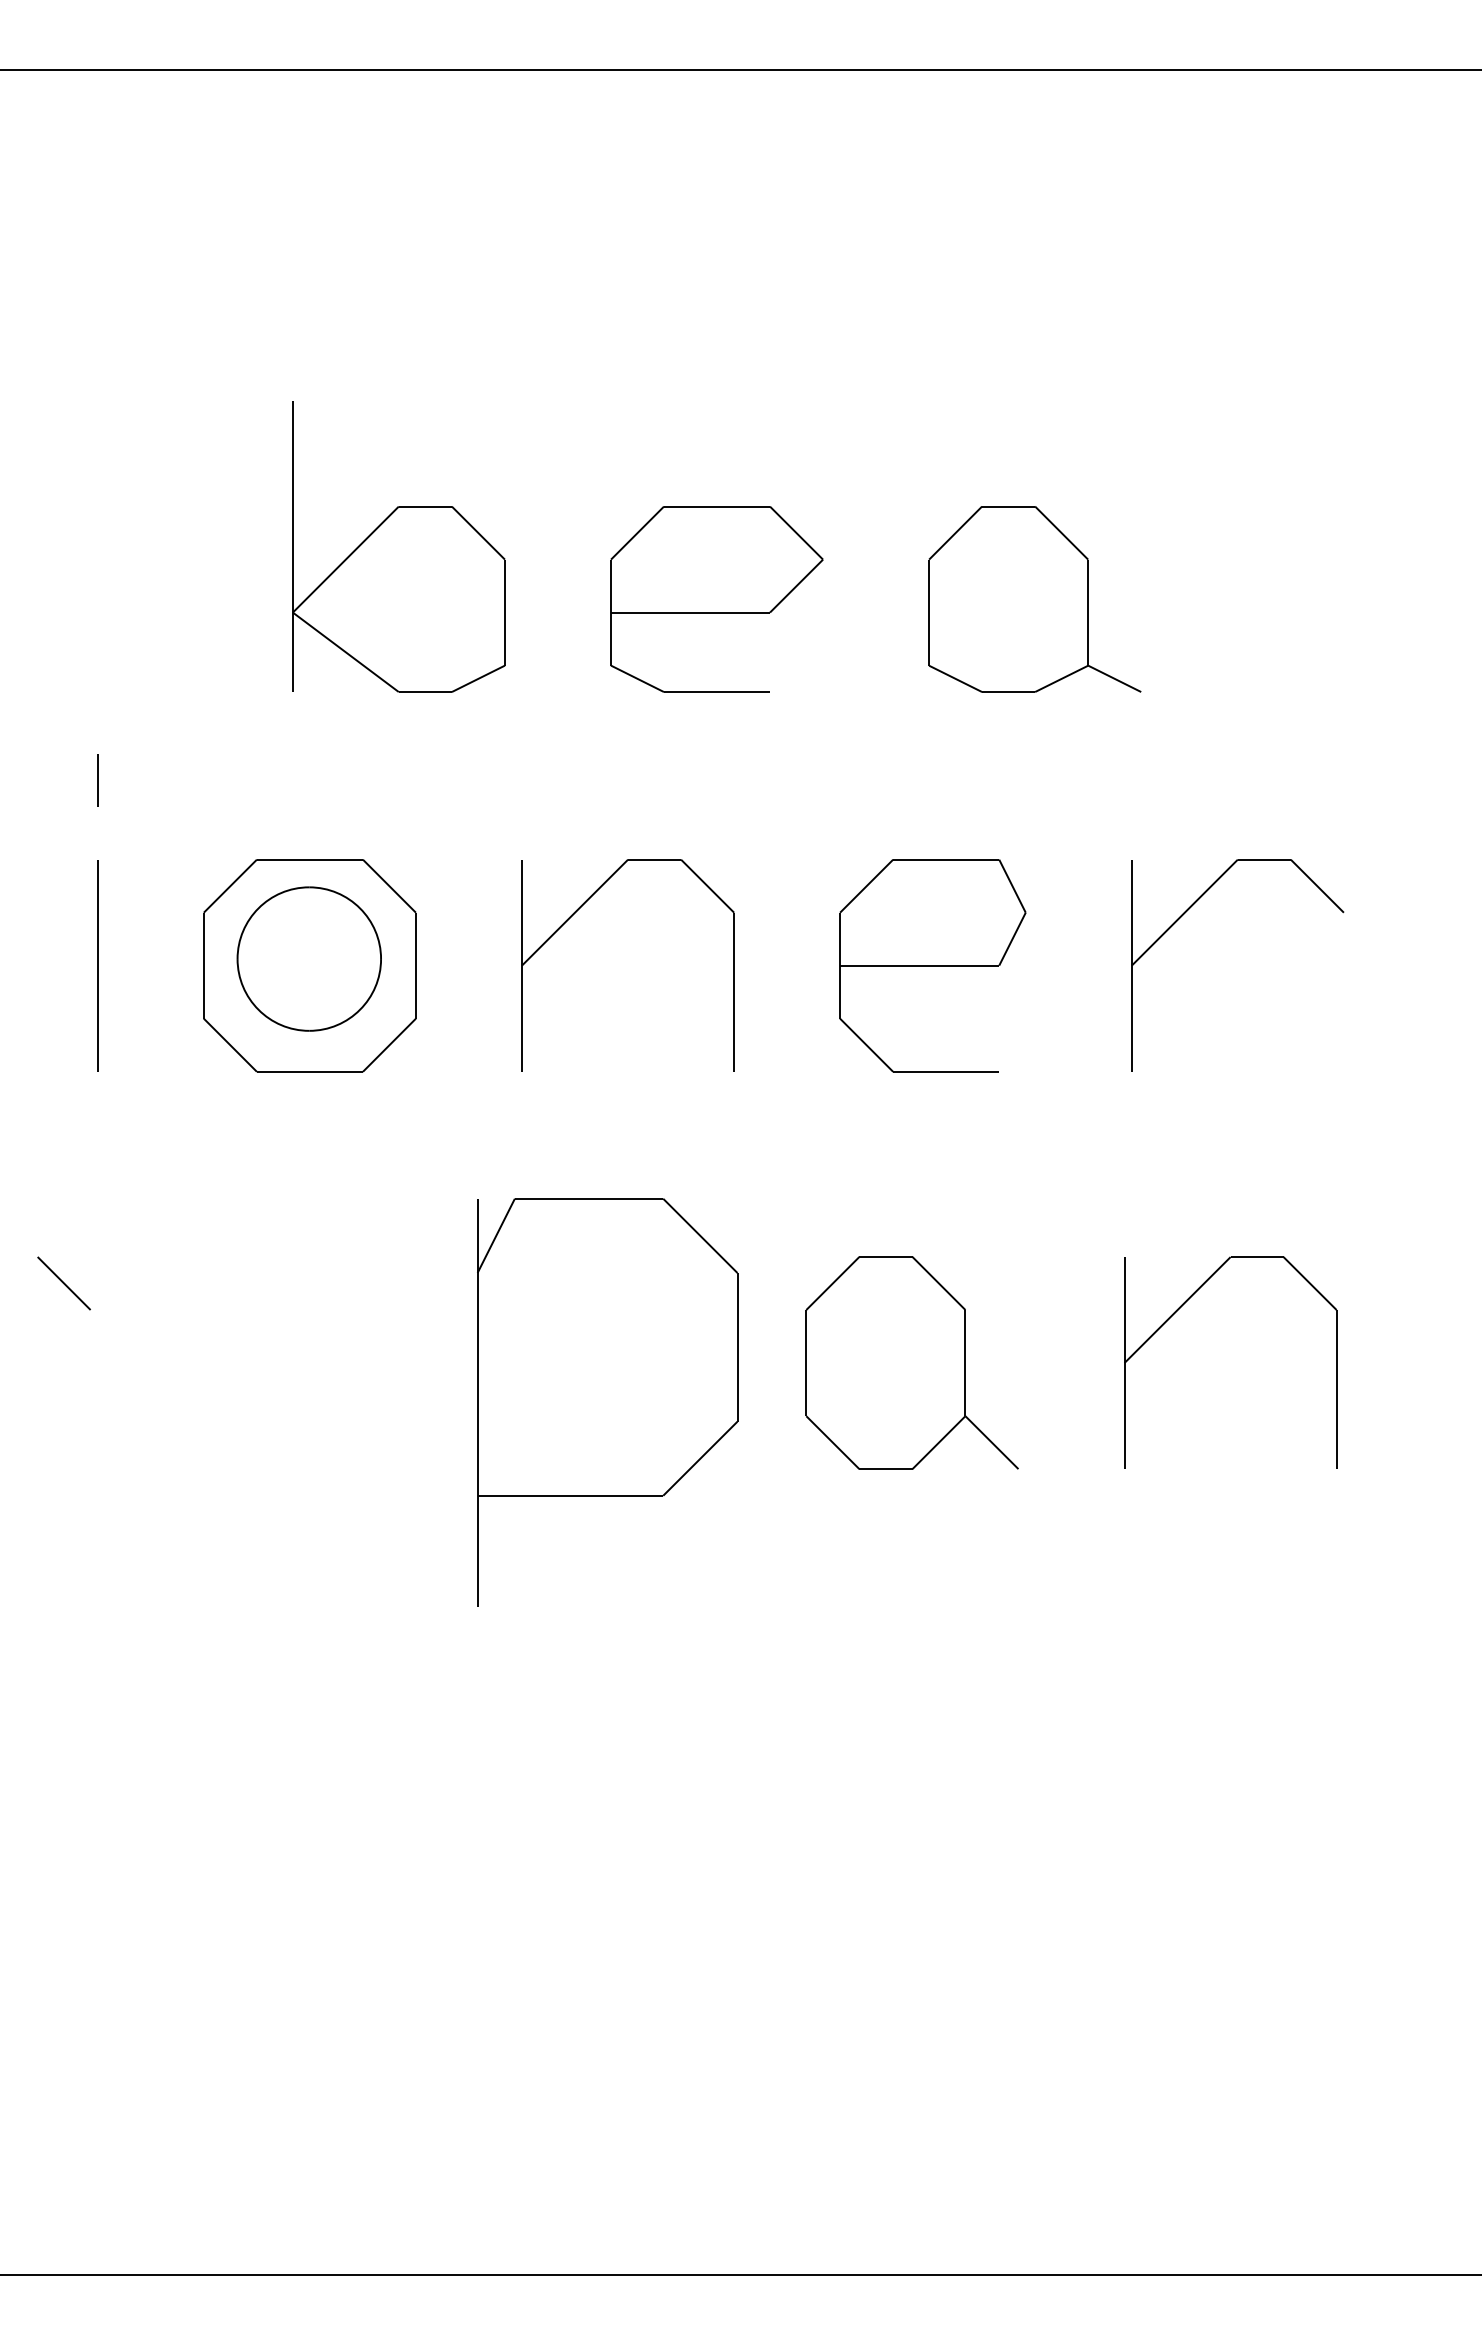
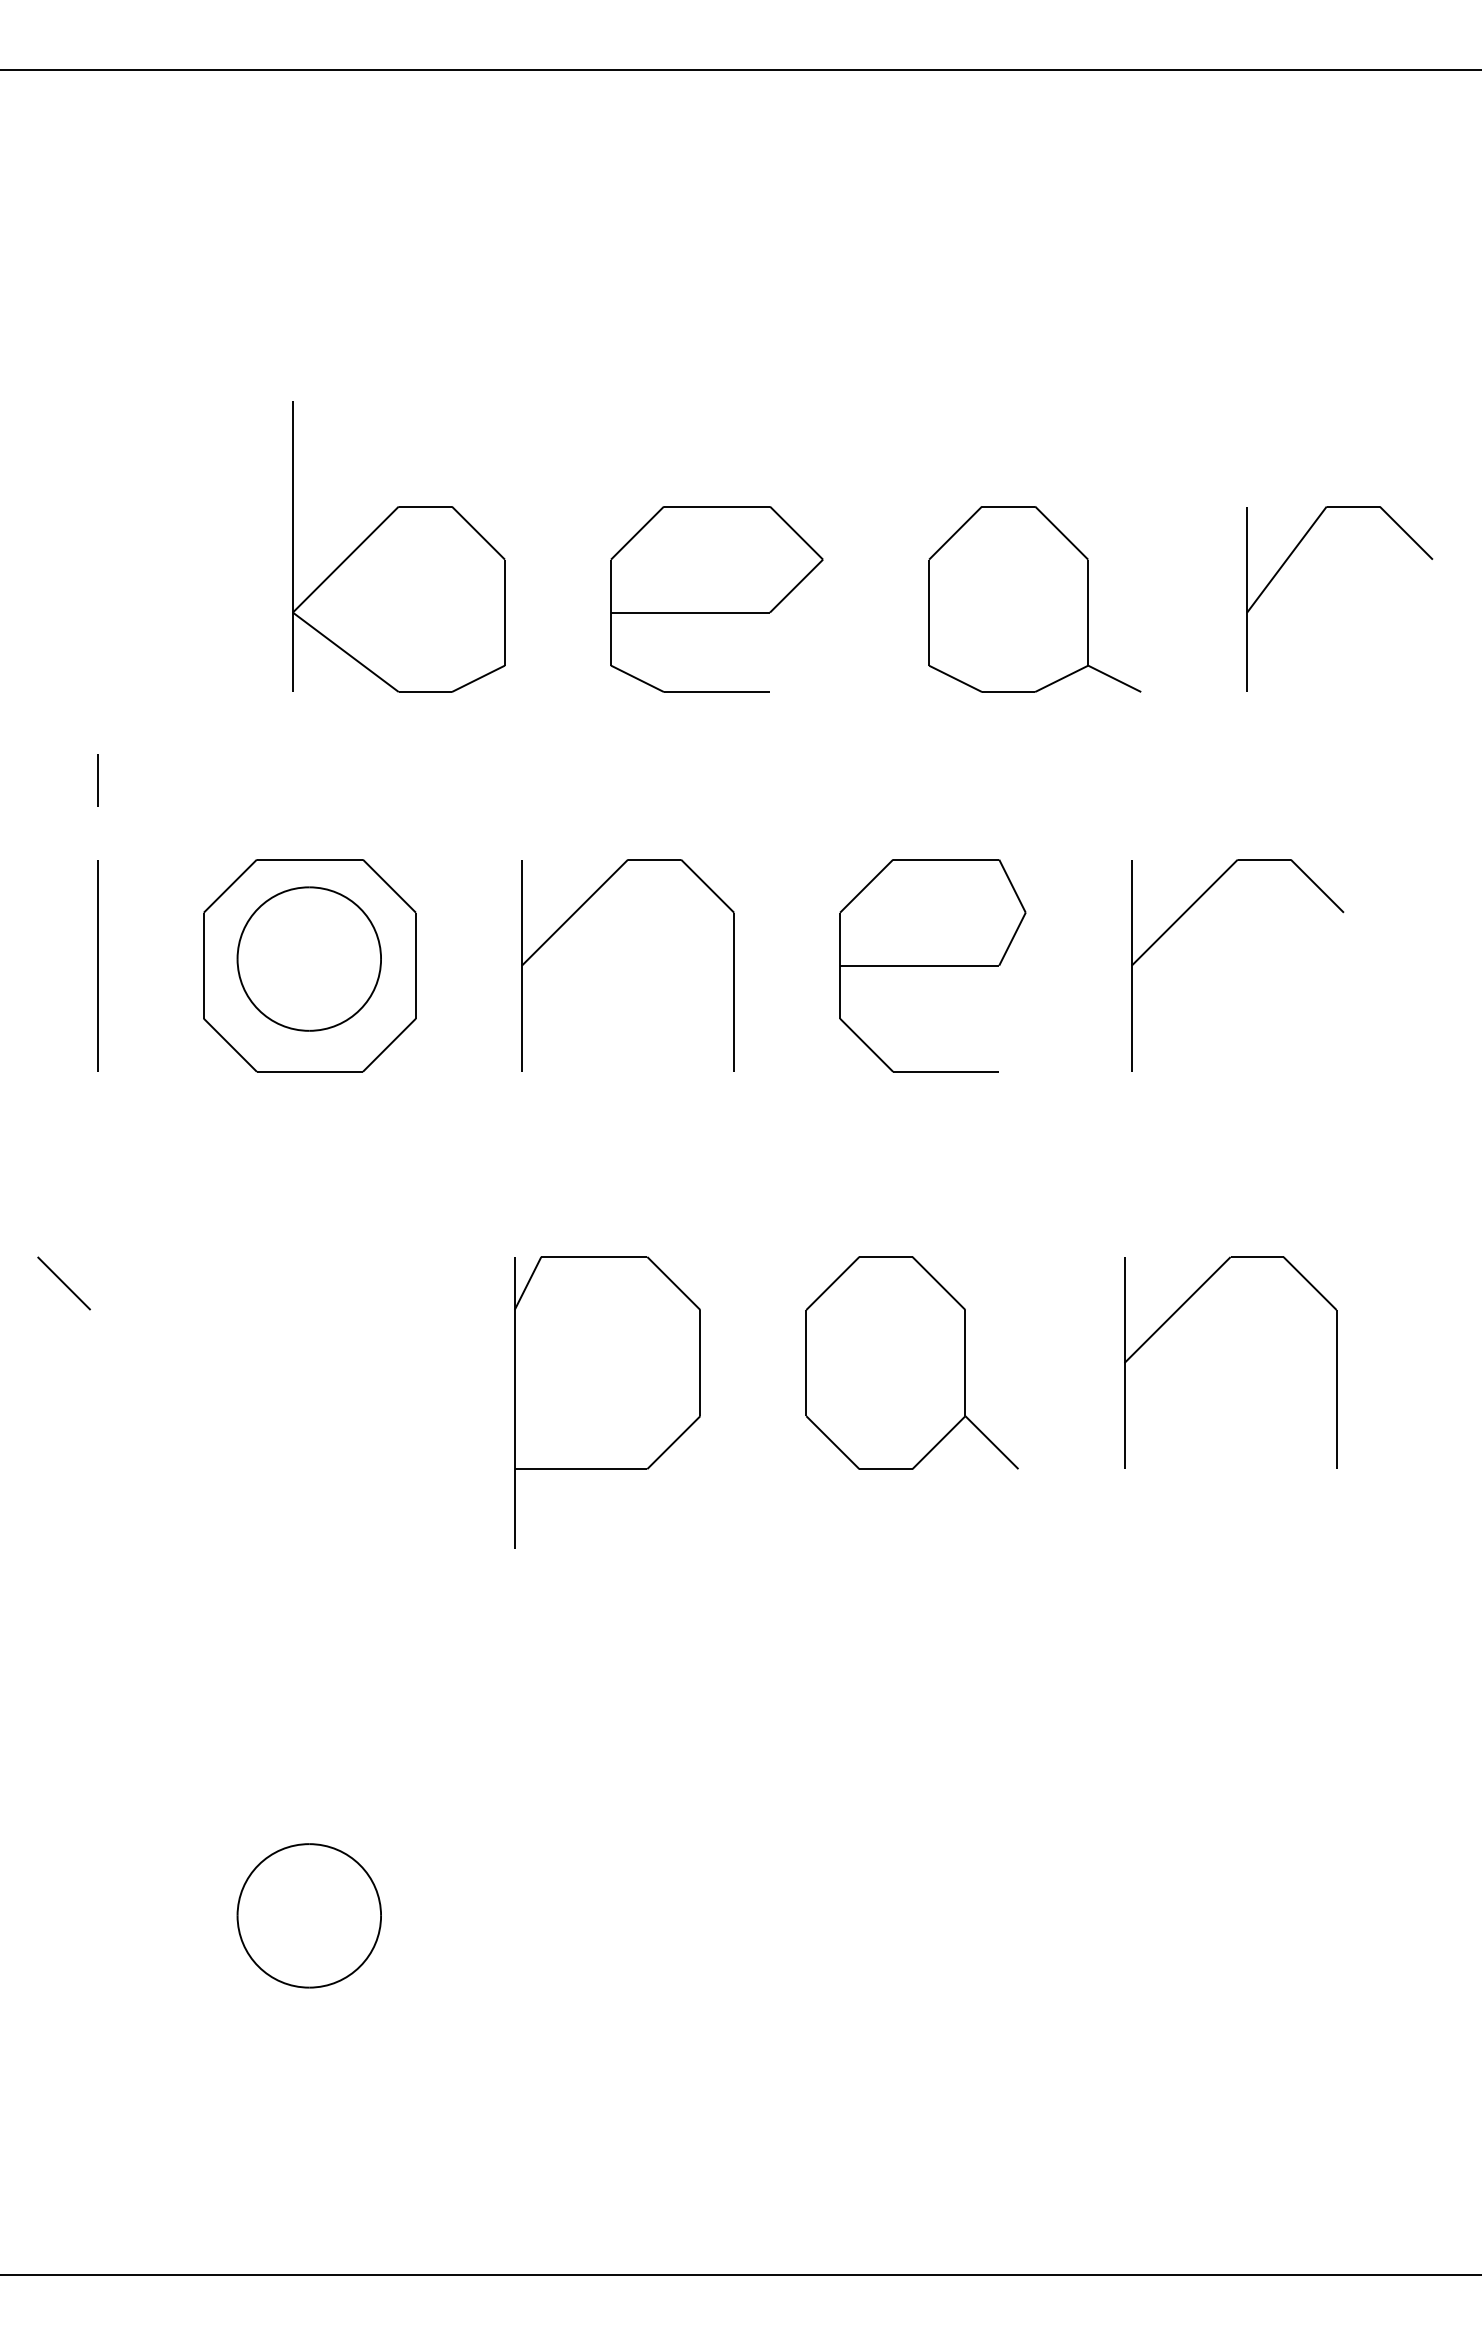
part at (1288, 559): none -> present
part at (607, 1402) size: 262x409 px -> 187x293 px
part at (308, 1915): none -> present
